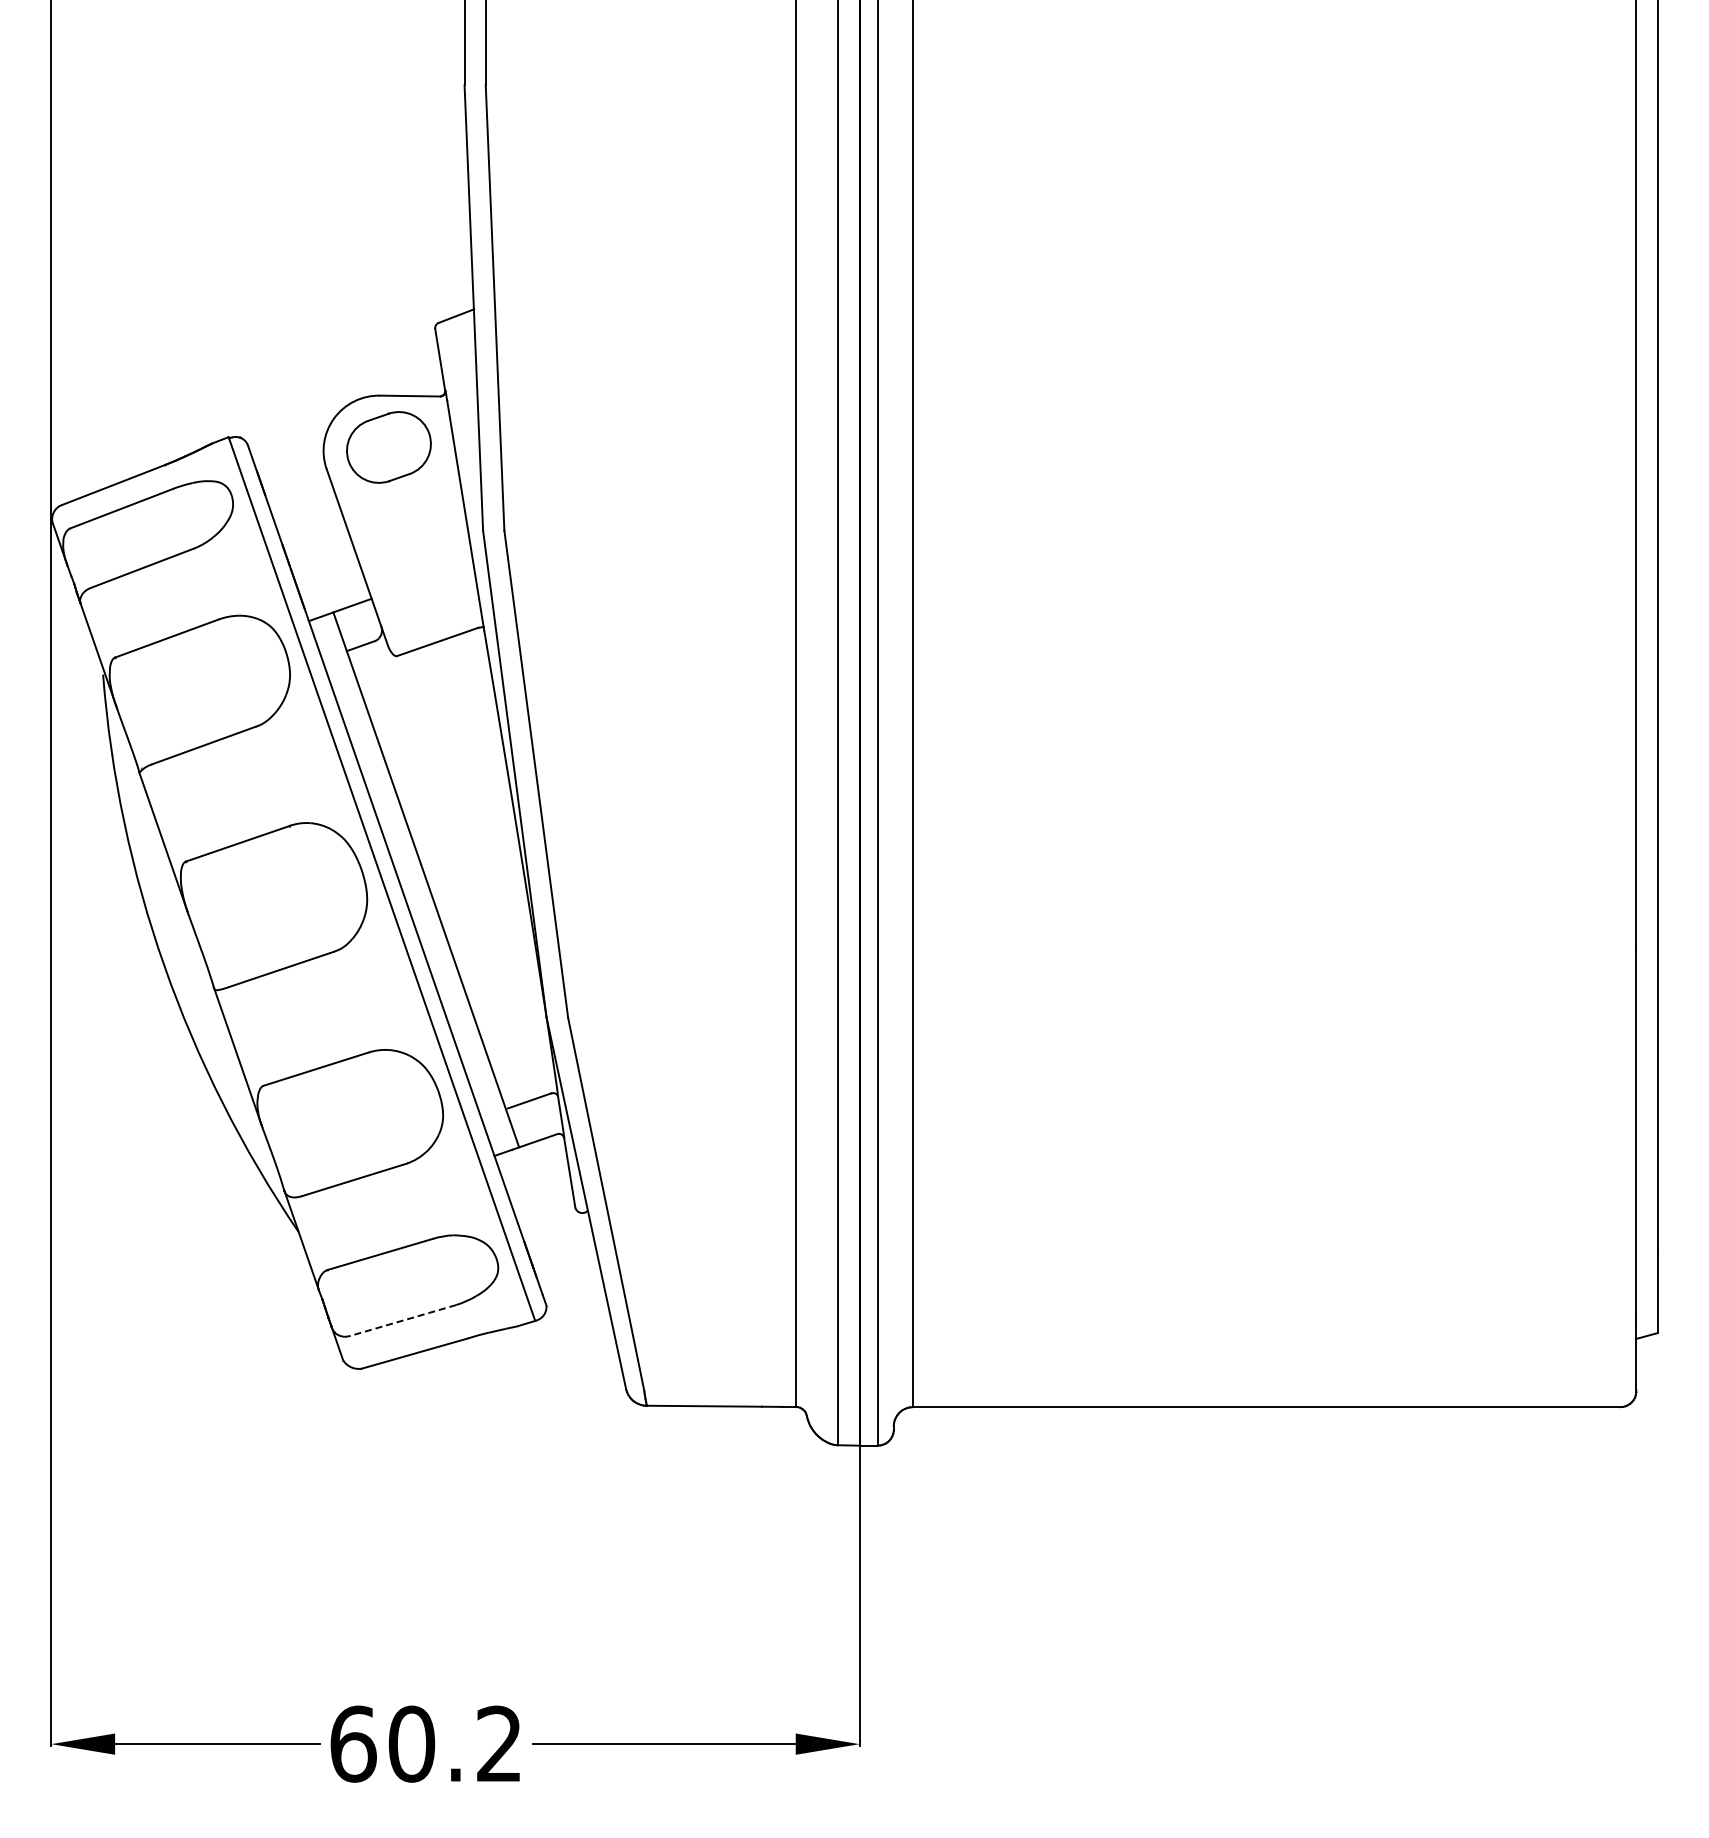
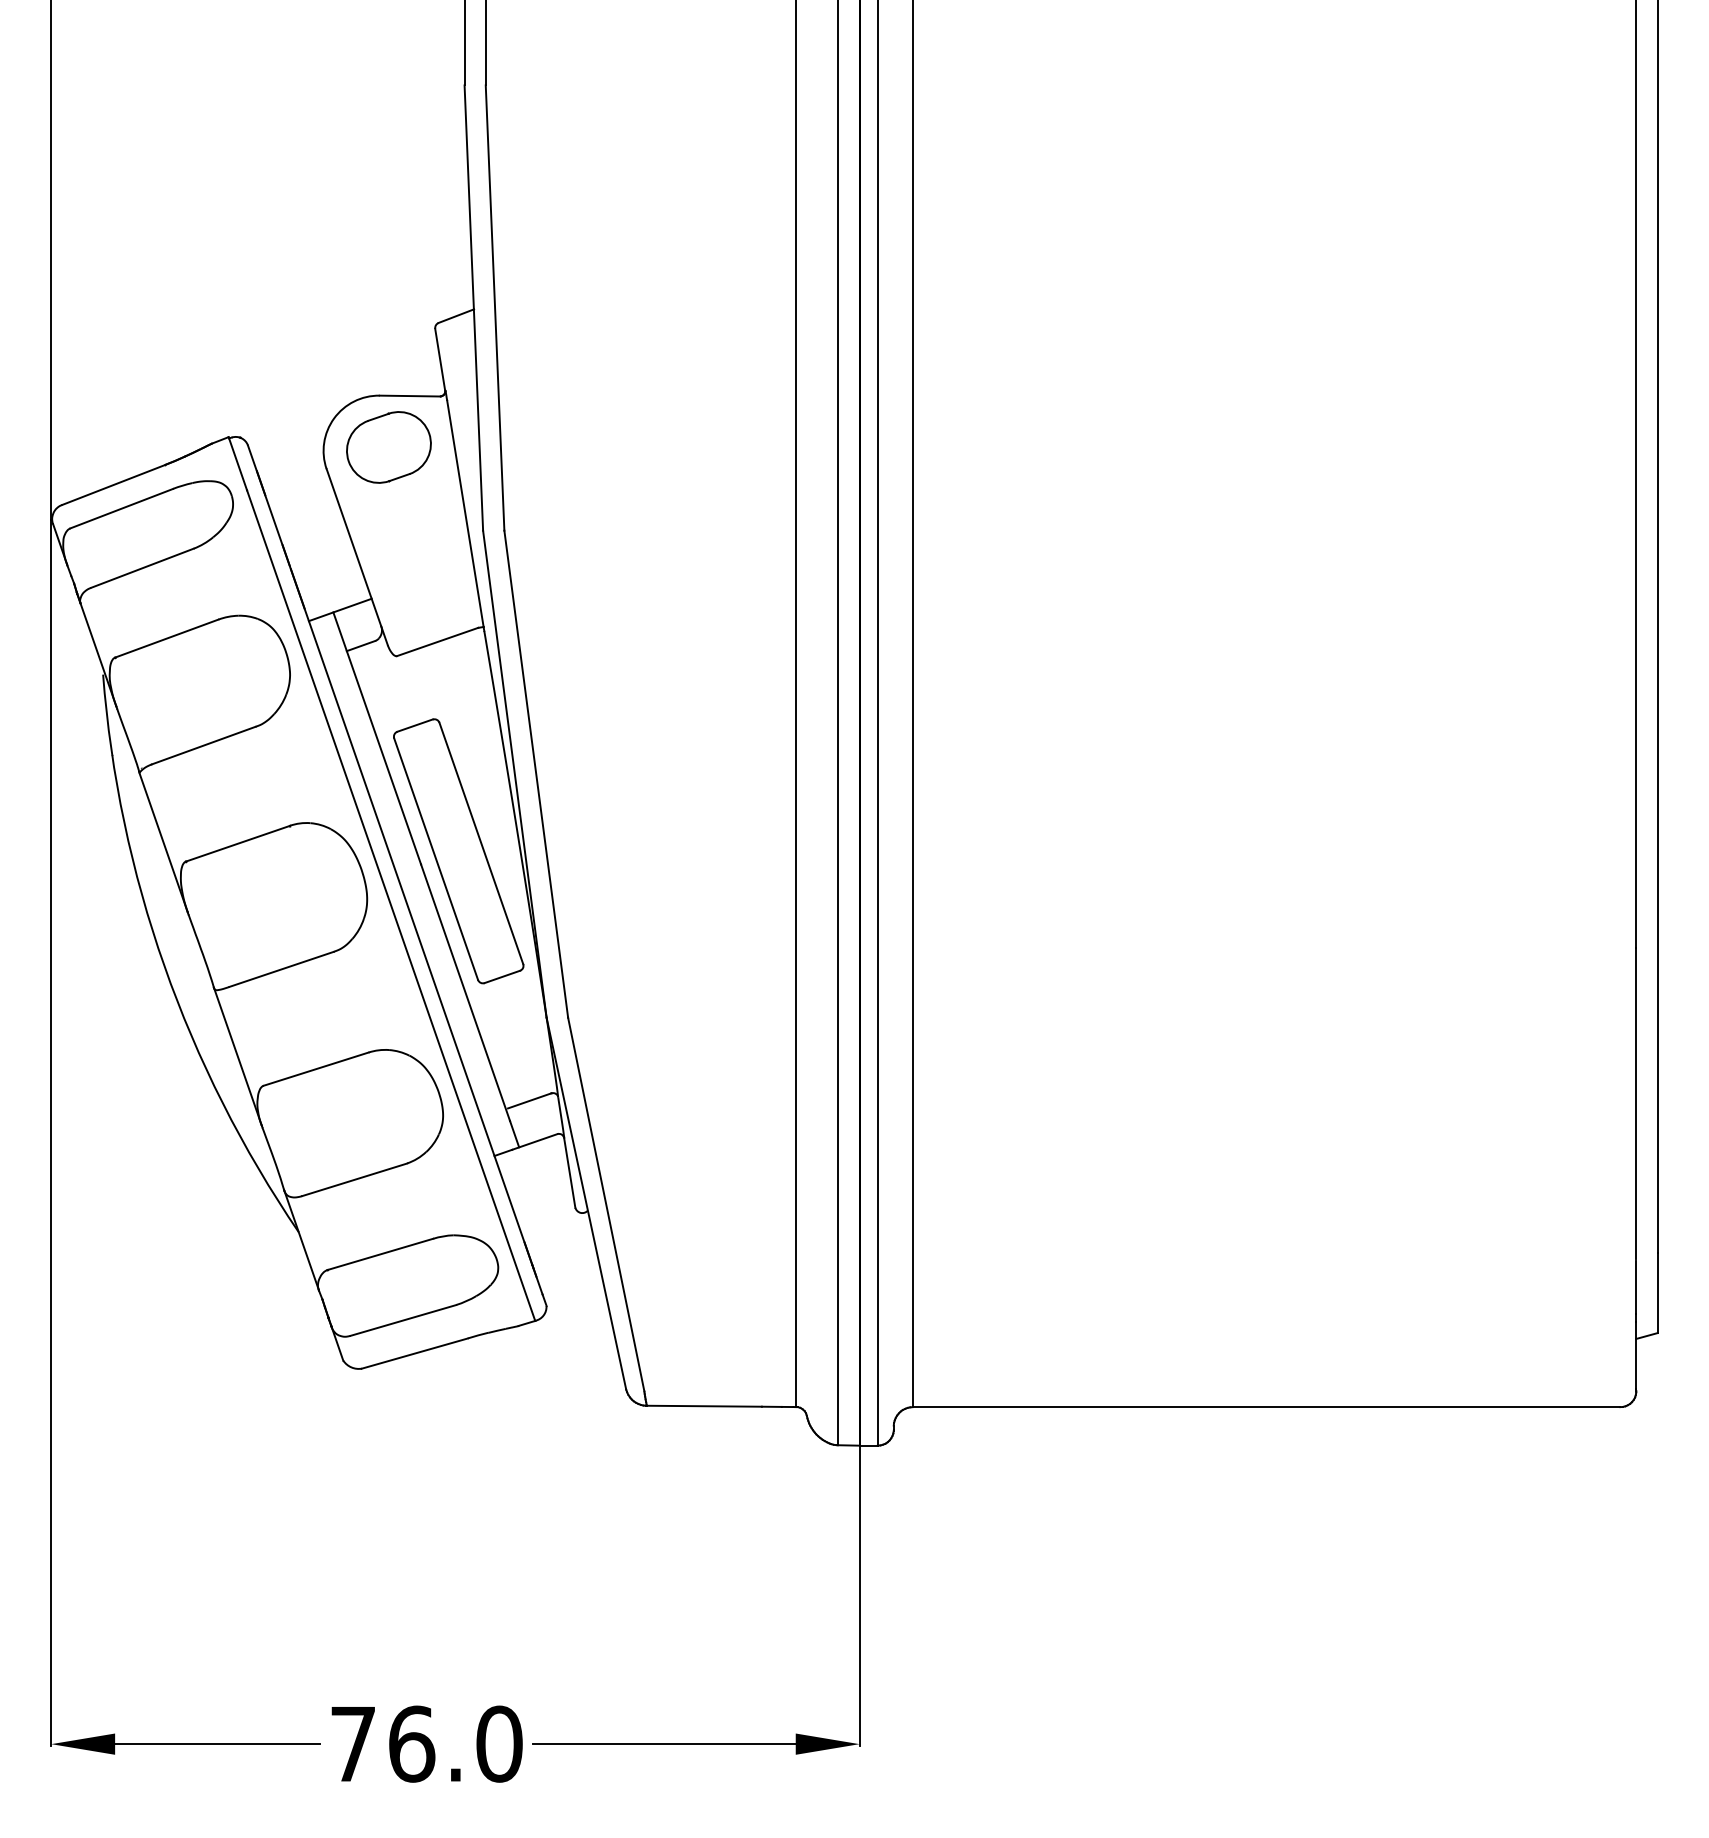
part at (458, 851): none -> present
line at (403, 1320): dashed -> solid
text at (426, 1743): 60.2 -> 76.0
